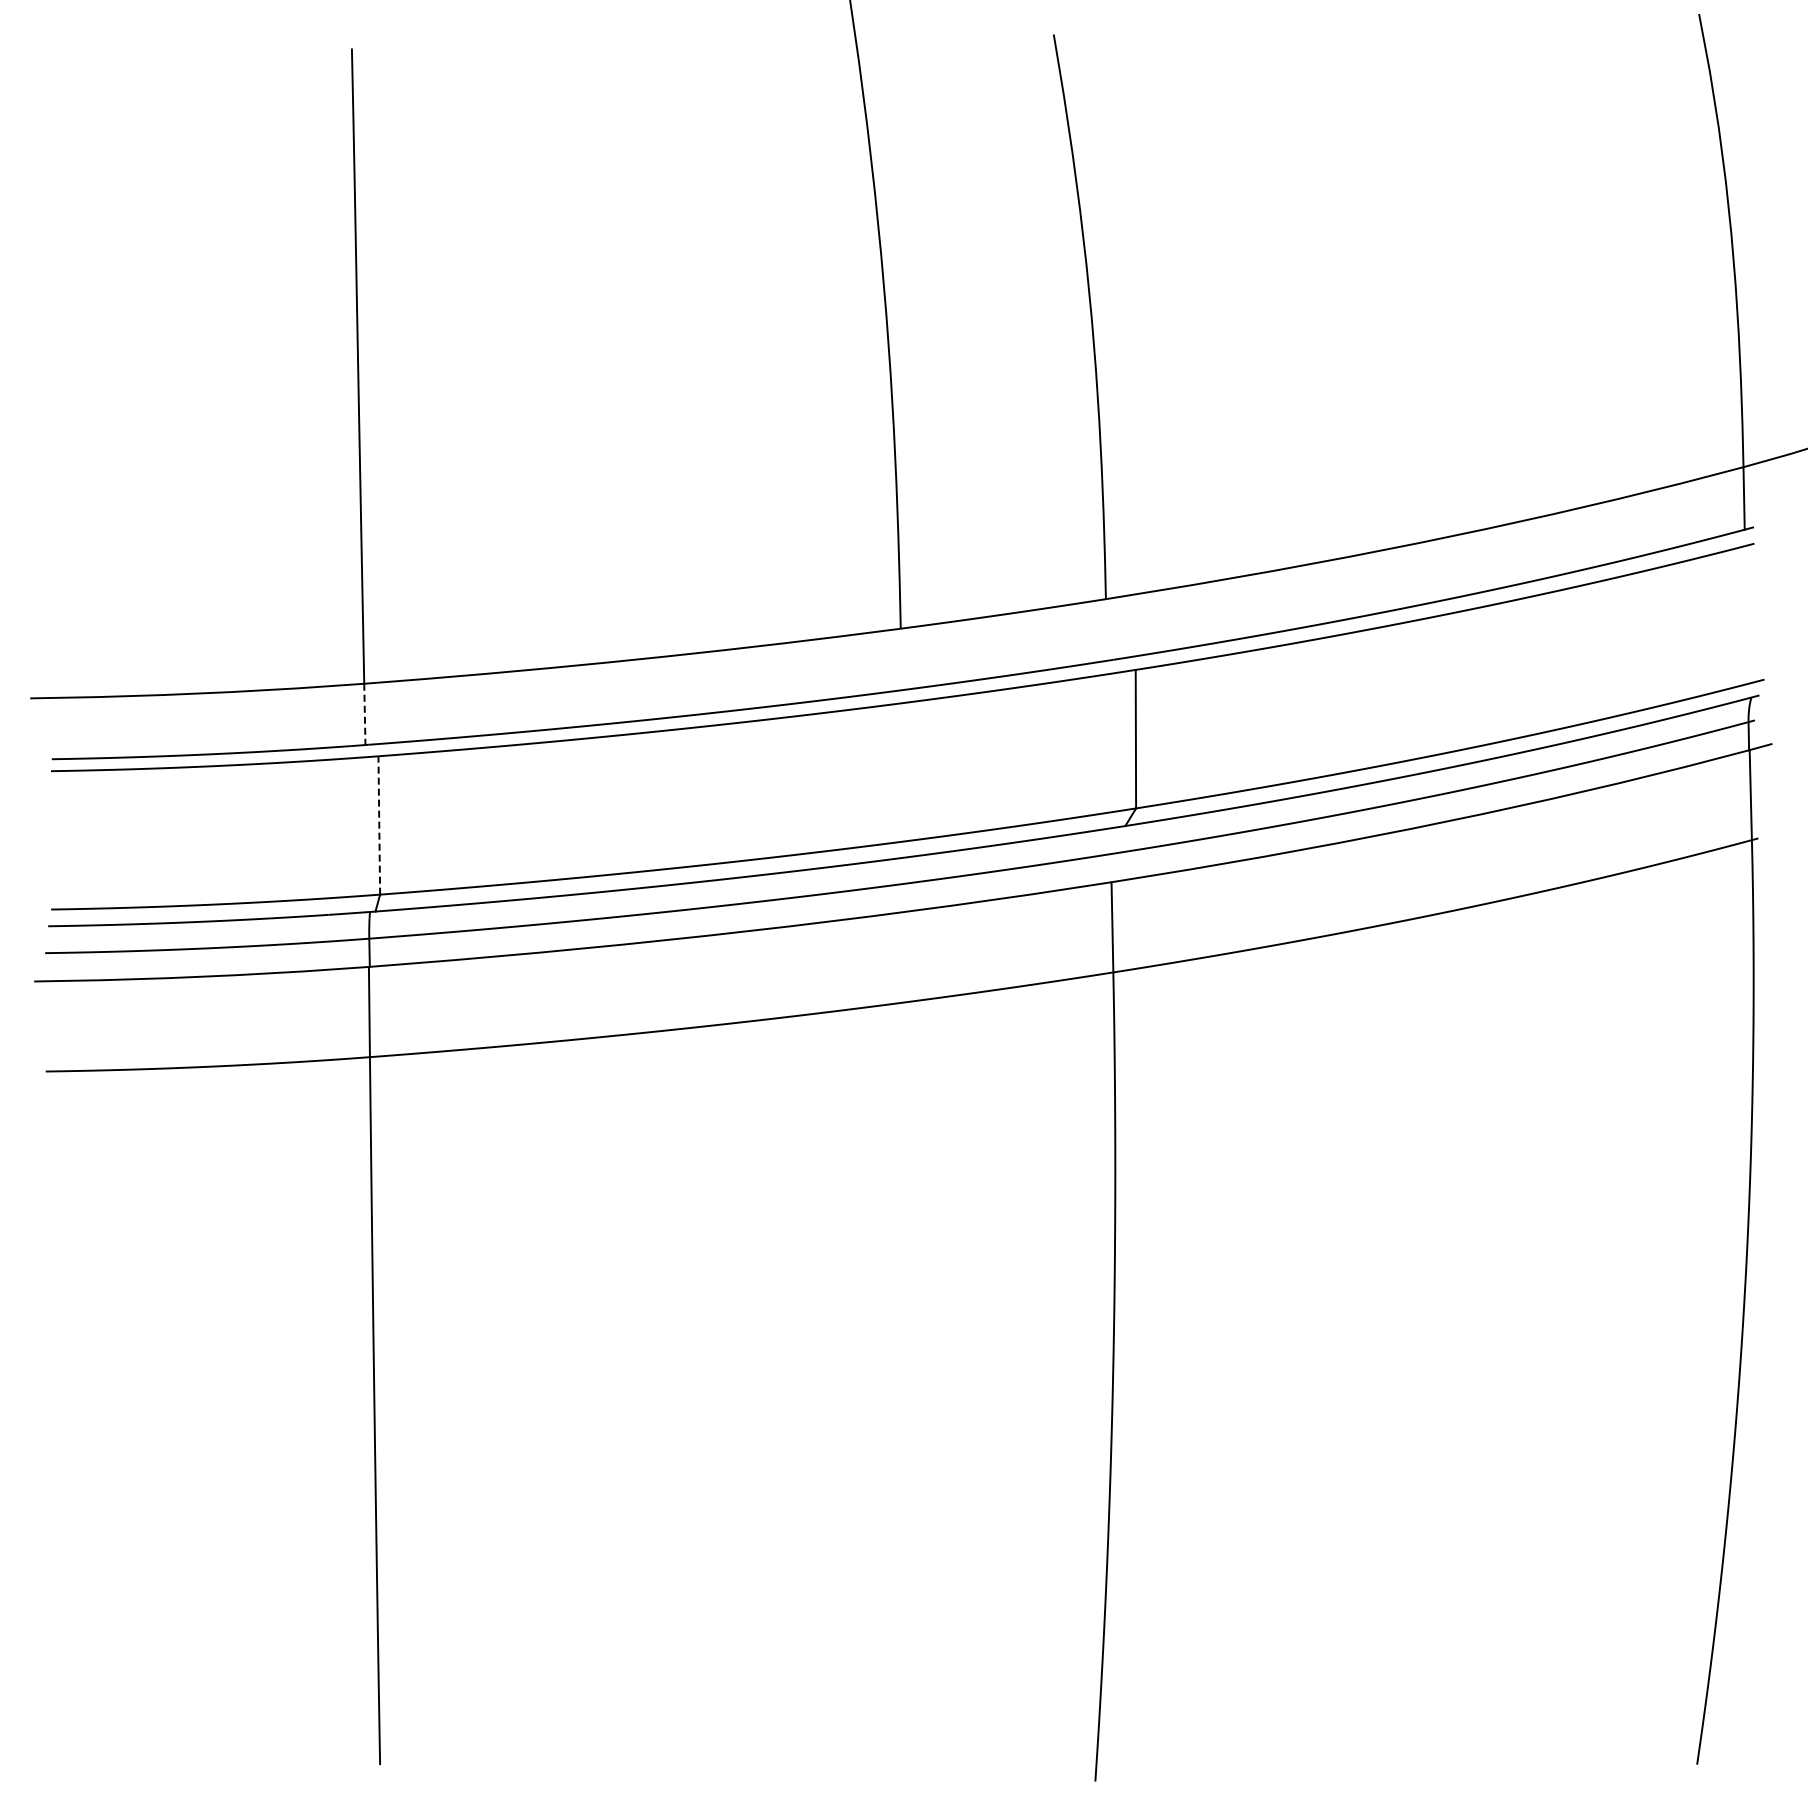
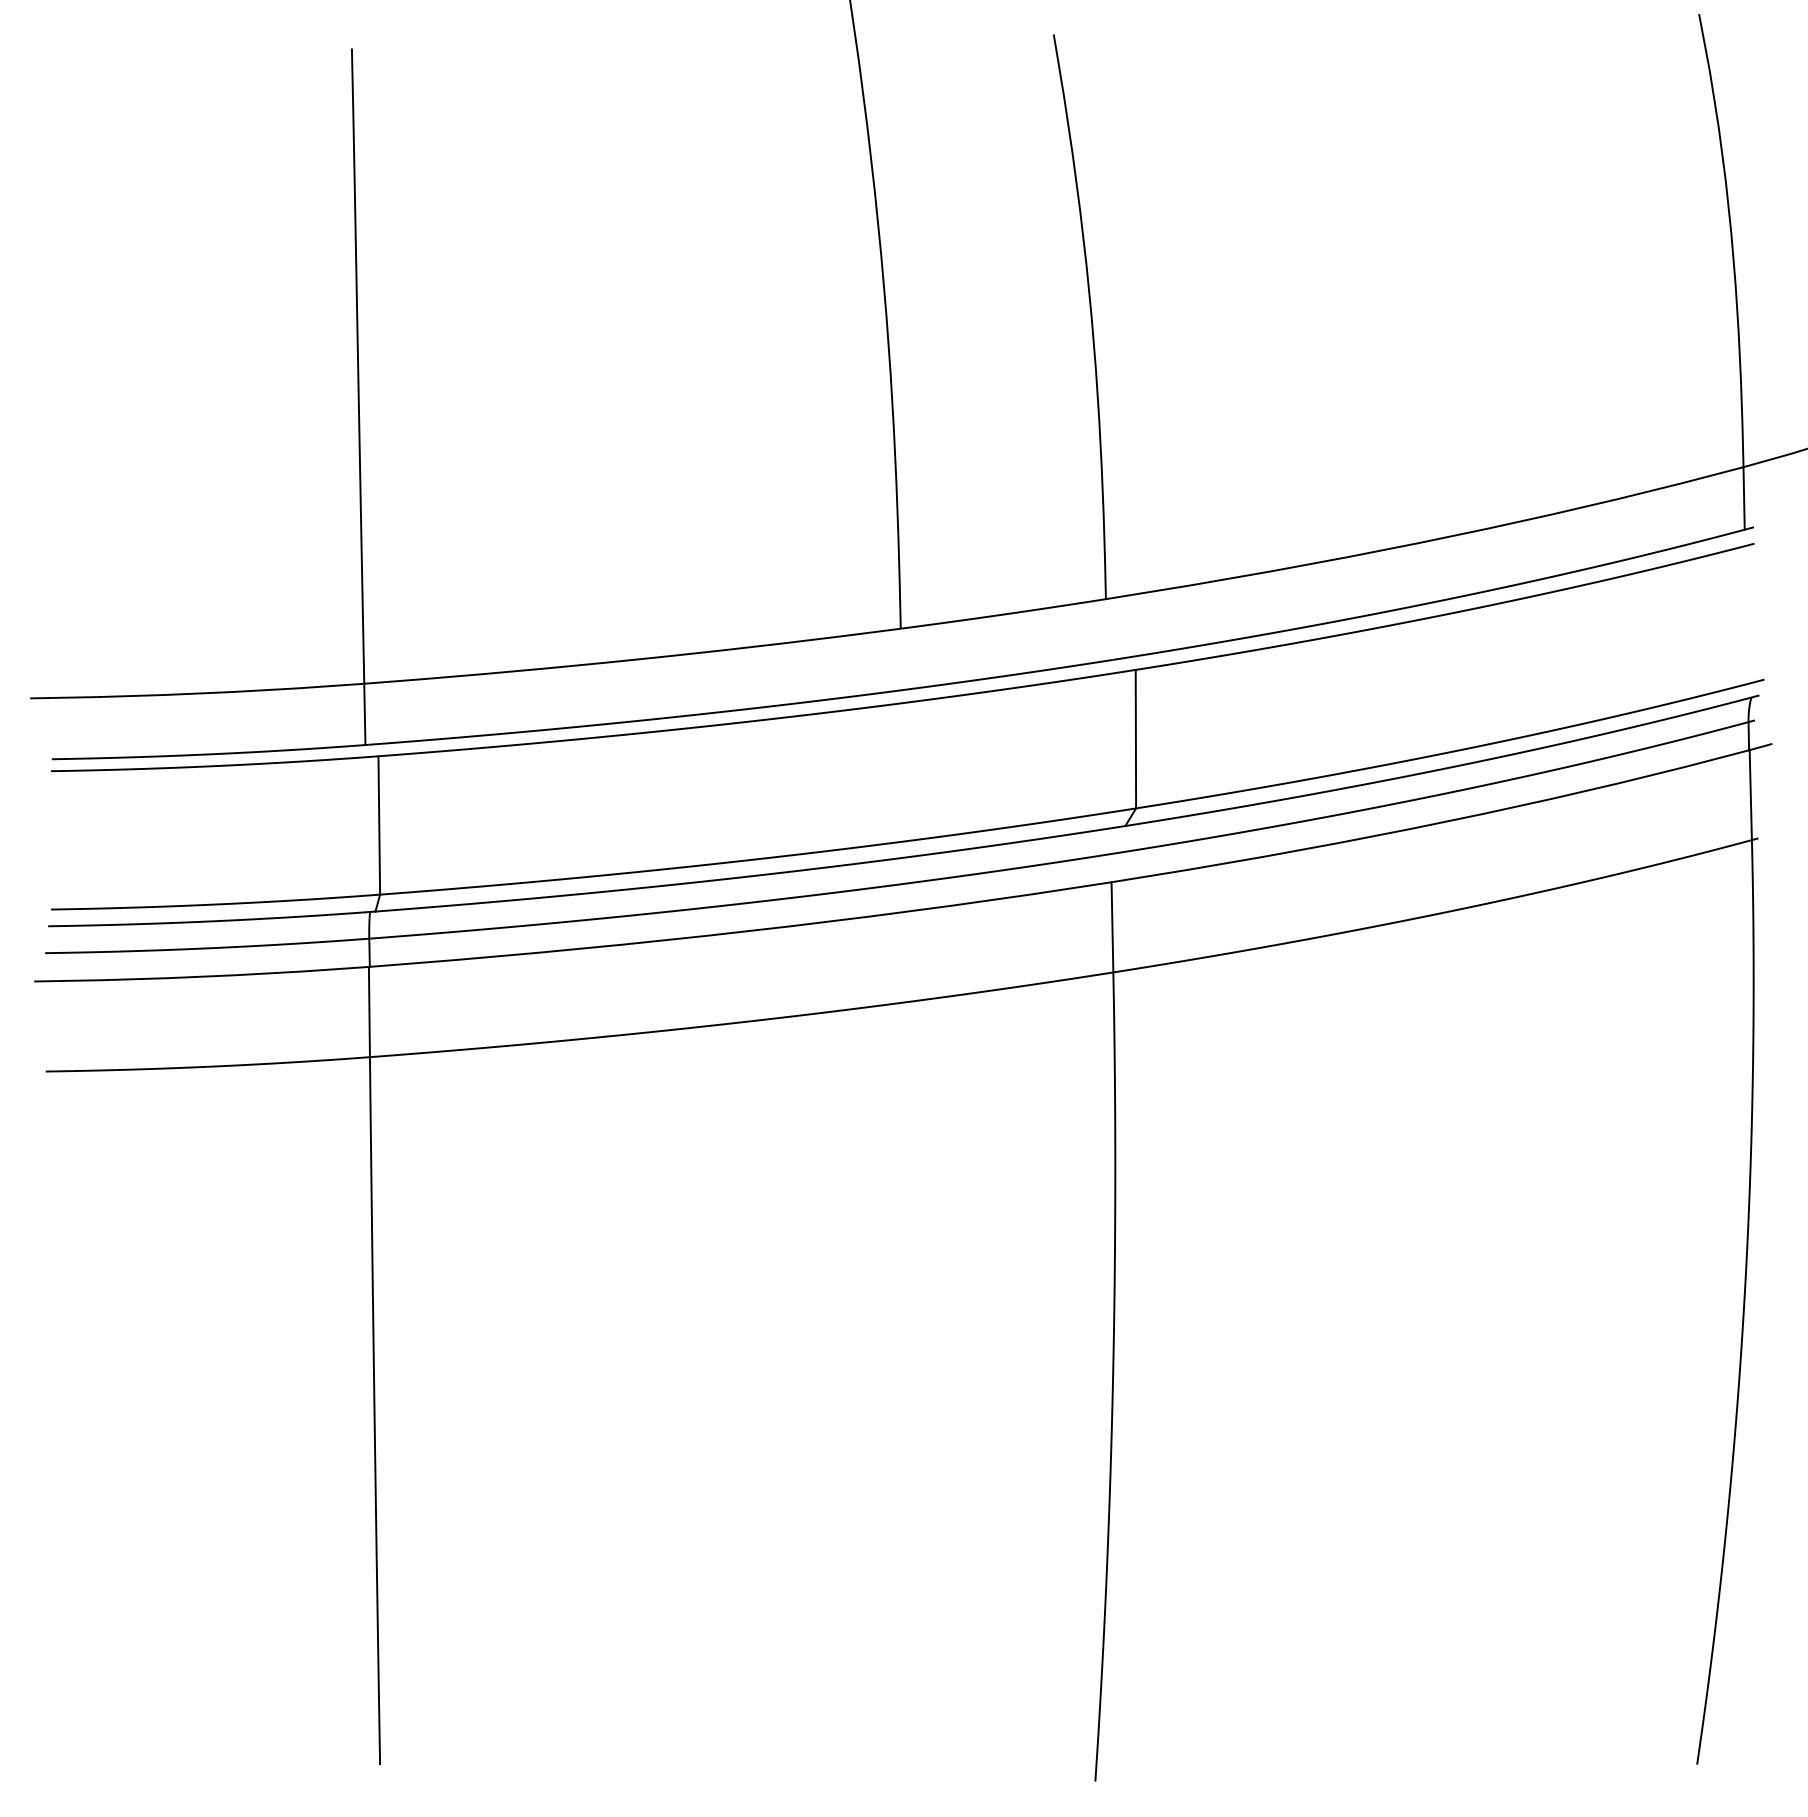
line at (364, 714): dashed -> solid
line at (379, 824): dashed -> solid
